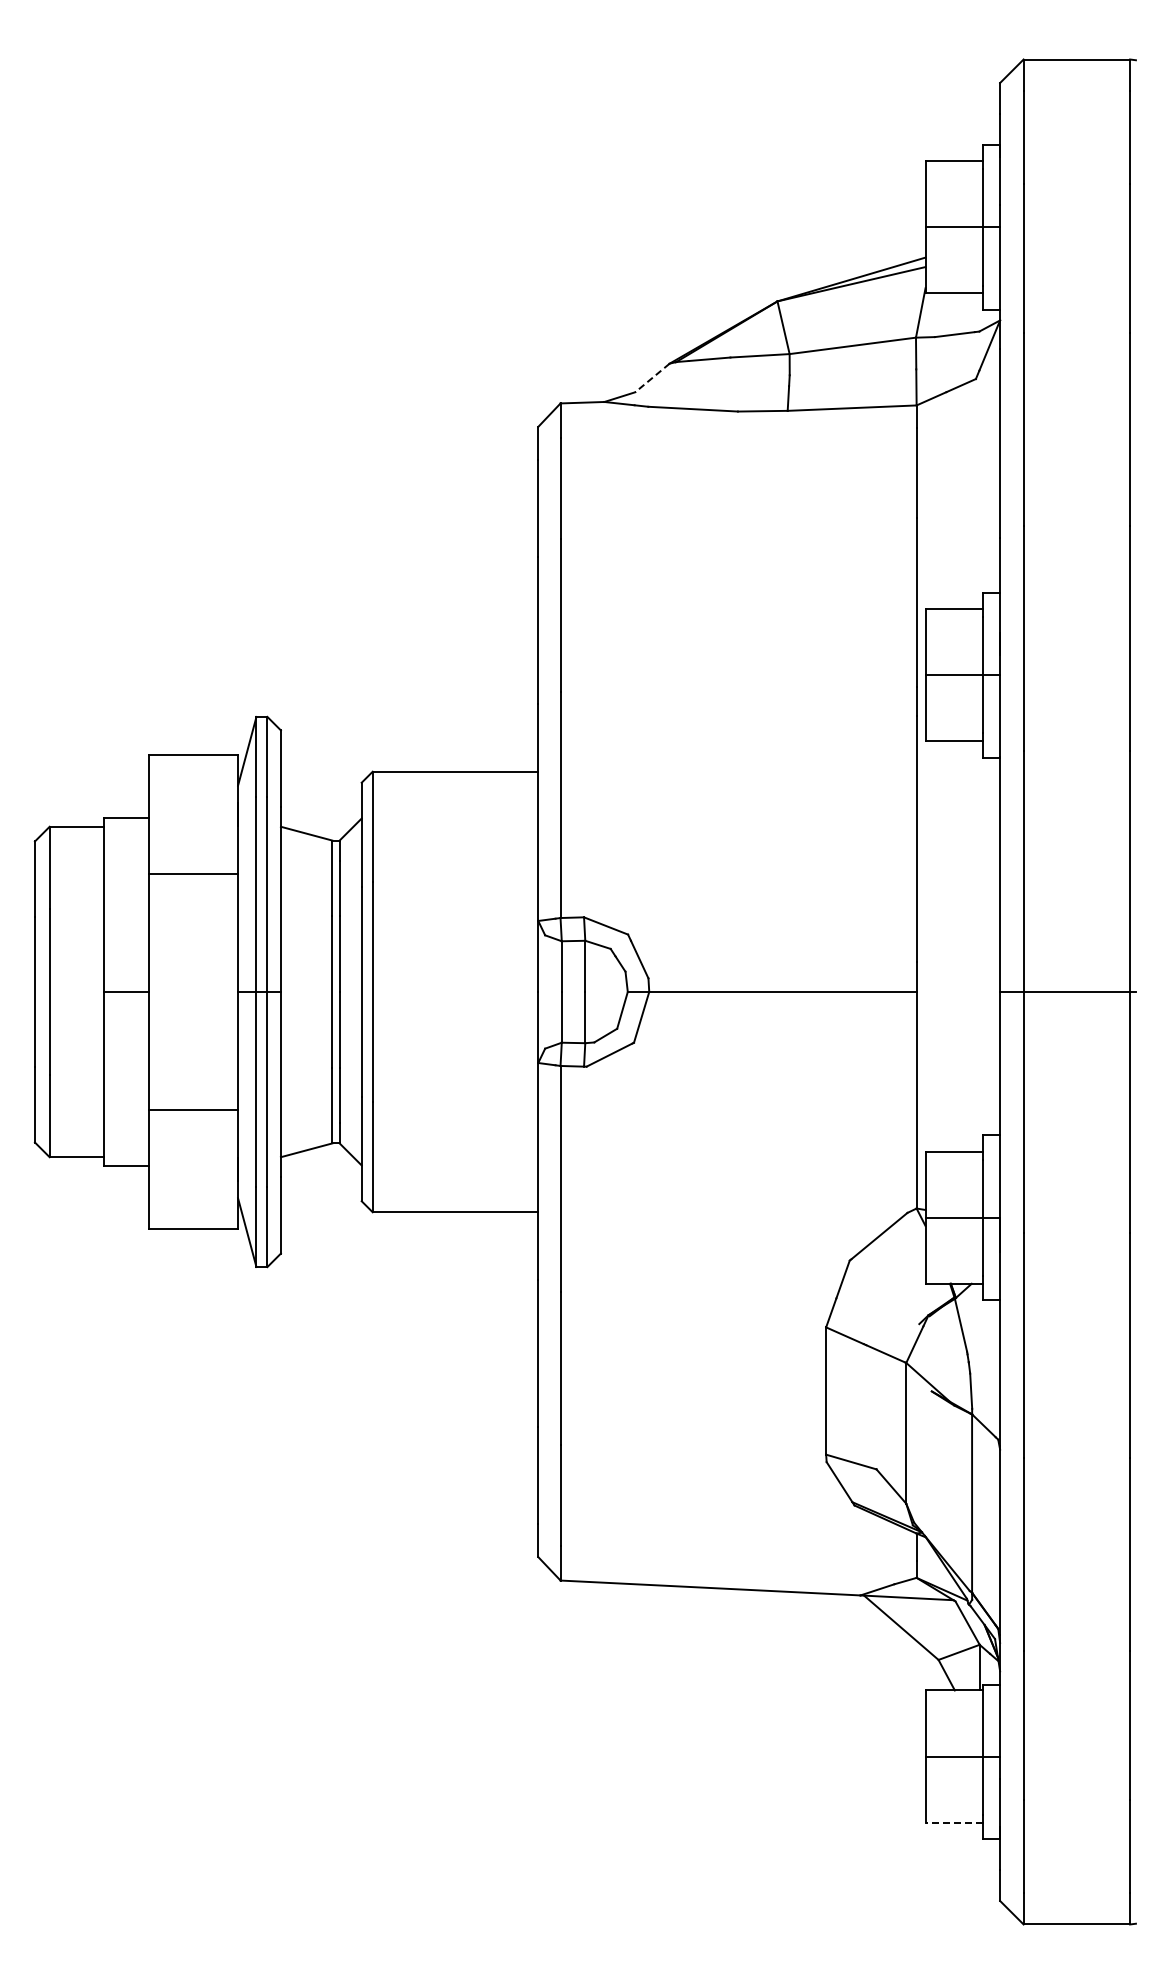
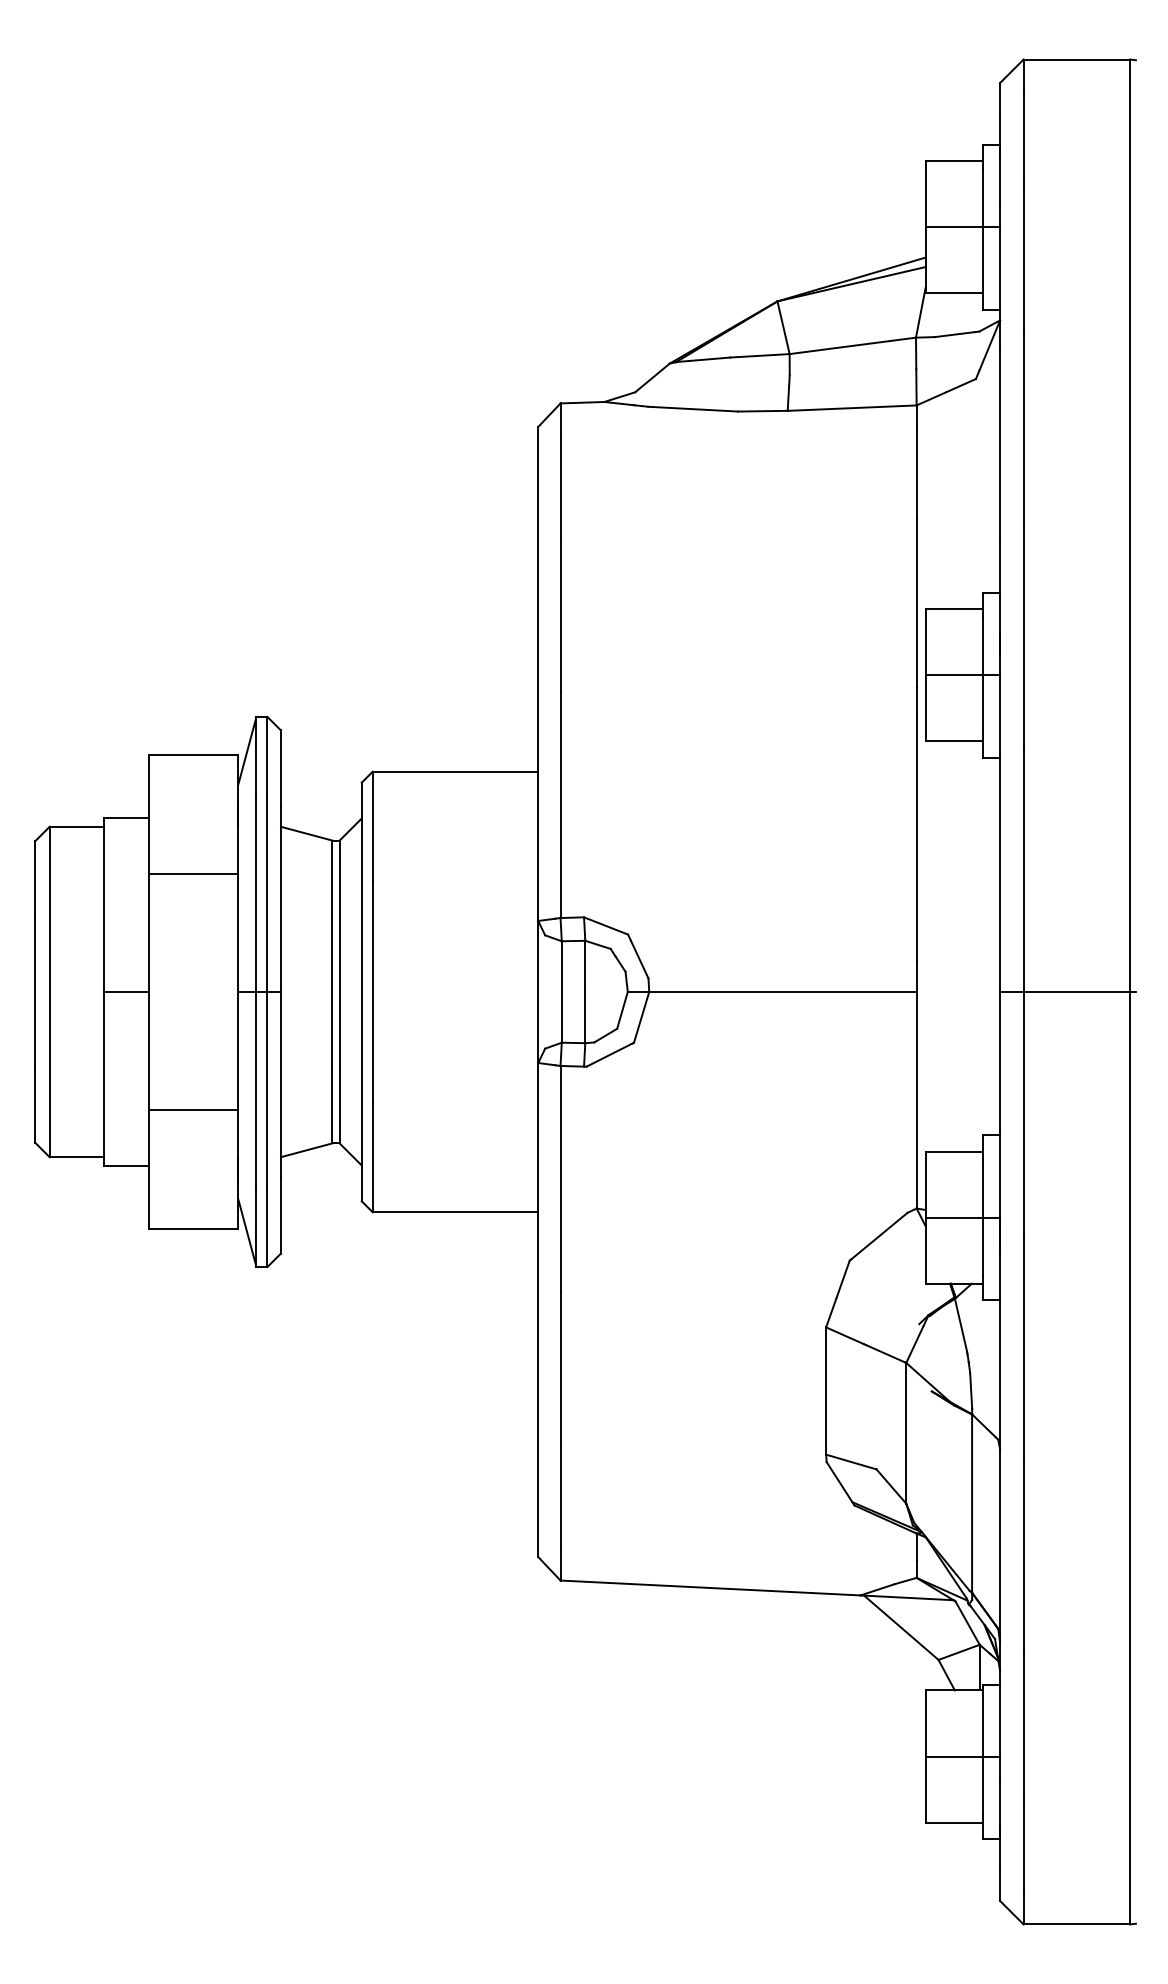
line at (652, 378): dashed -> solid
line at (953, 1822): dashed -> solid
